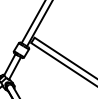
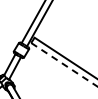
line at (64, 64): solid -> dashed
